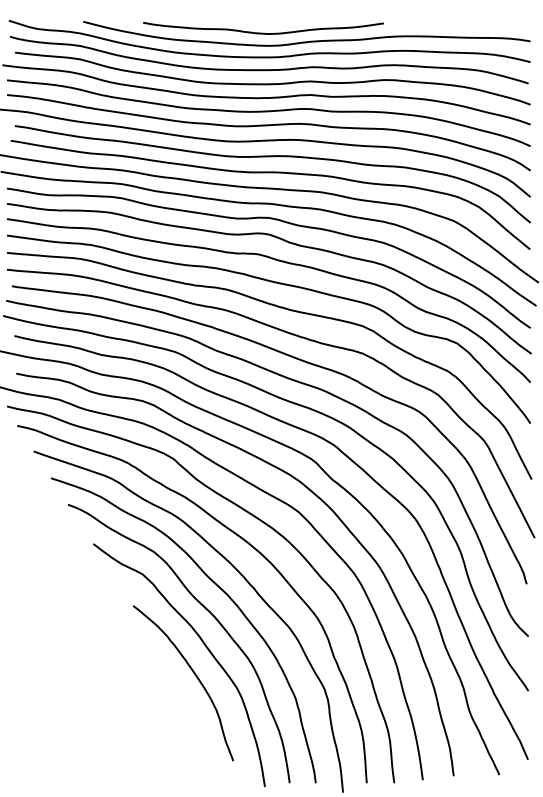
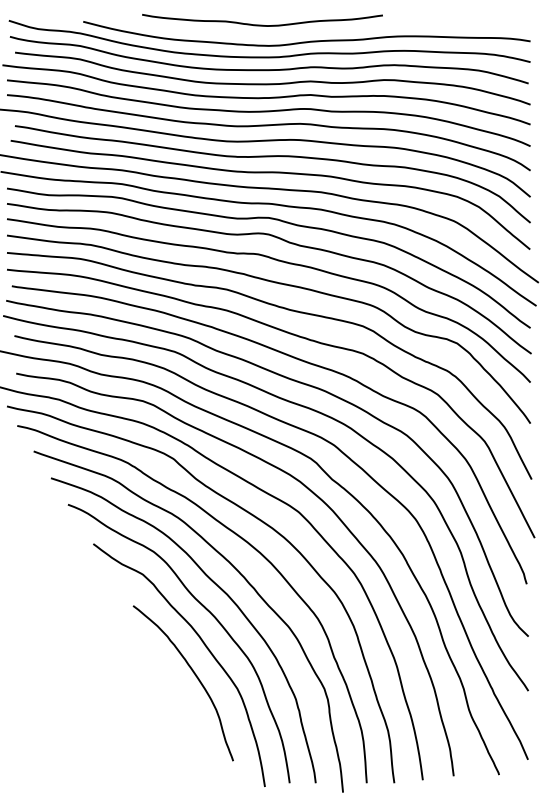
curve at (263, 32) position: (263, 32) -> (262, 24)
